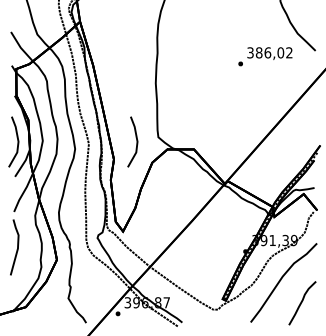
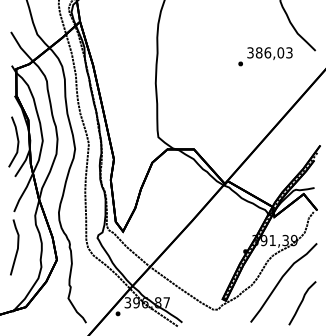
text at (289, 53): 386,02 -> 386,03
line at (136, 141): present -> none
